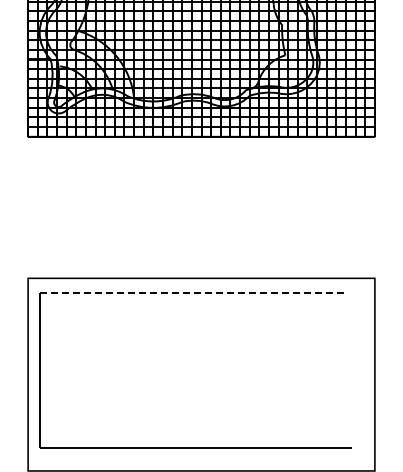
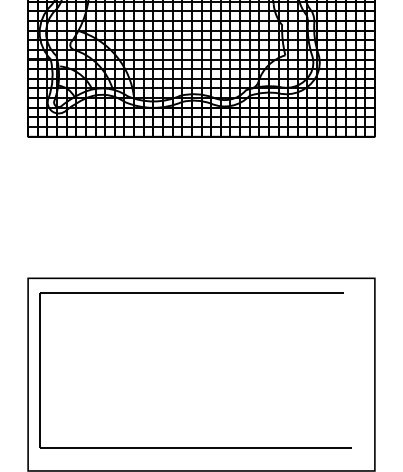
line at (192, 293): dashed -> solid
